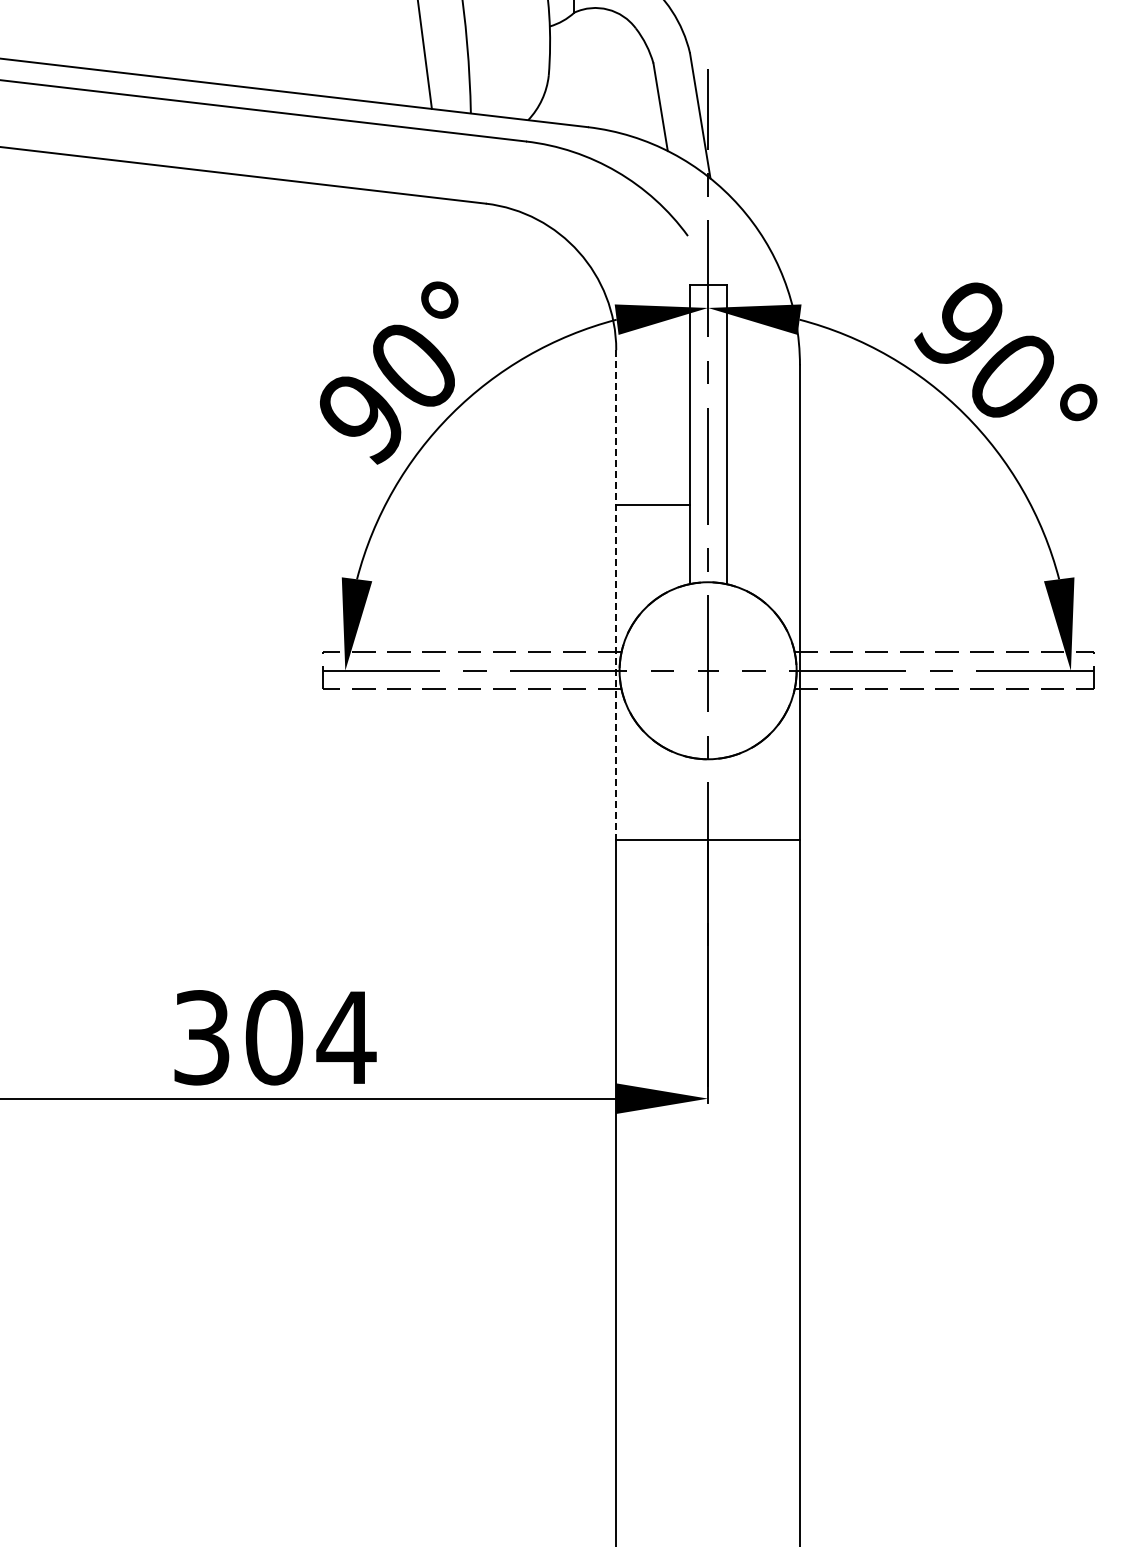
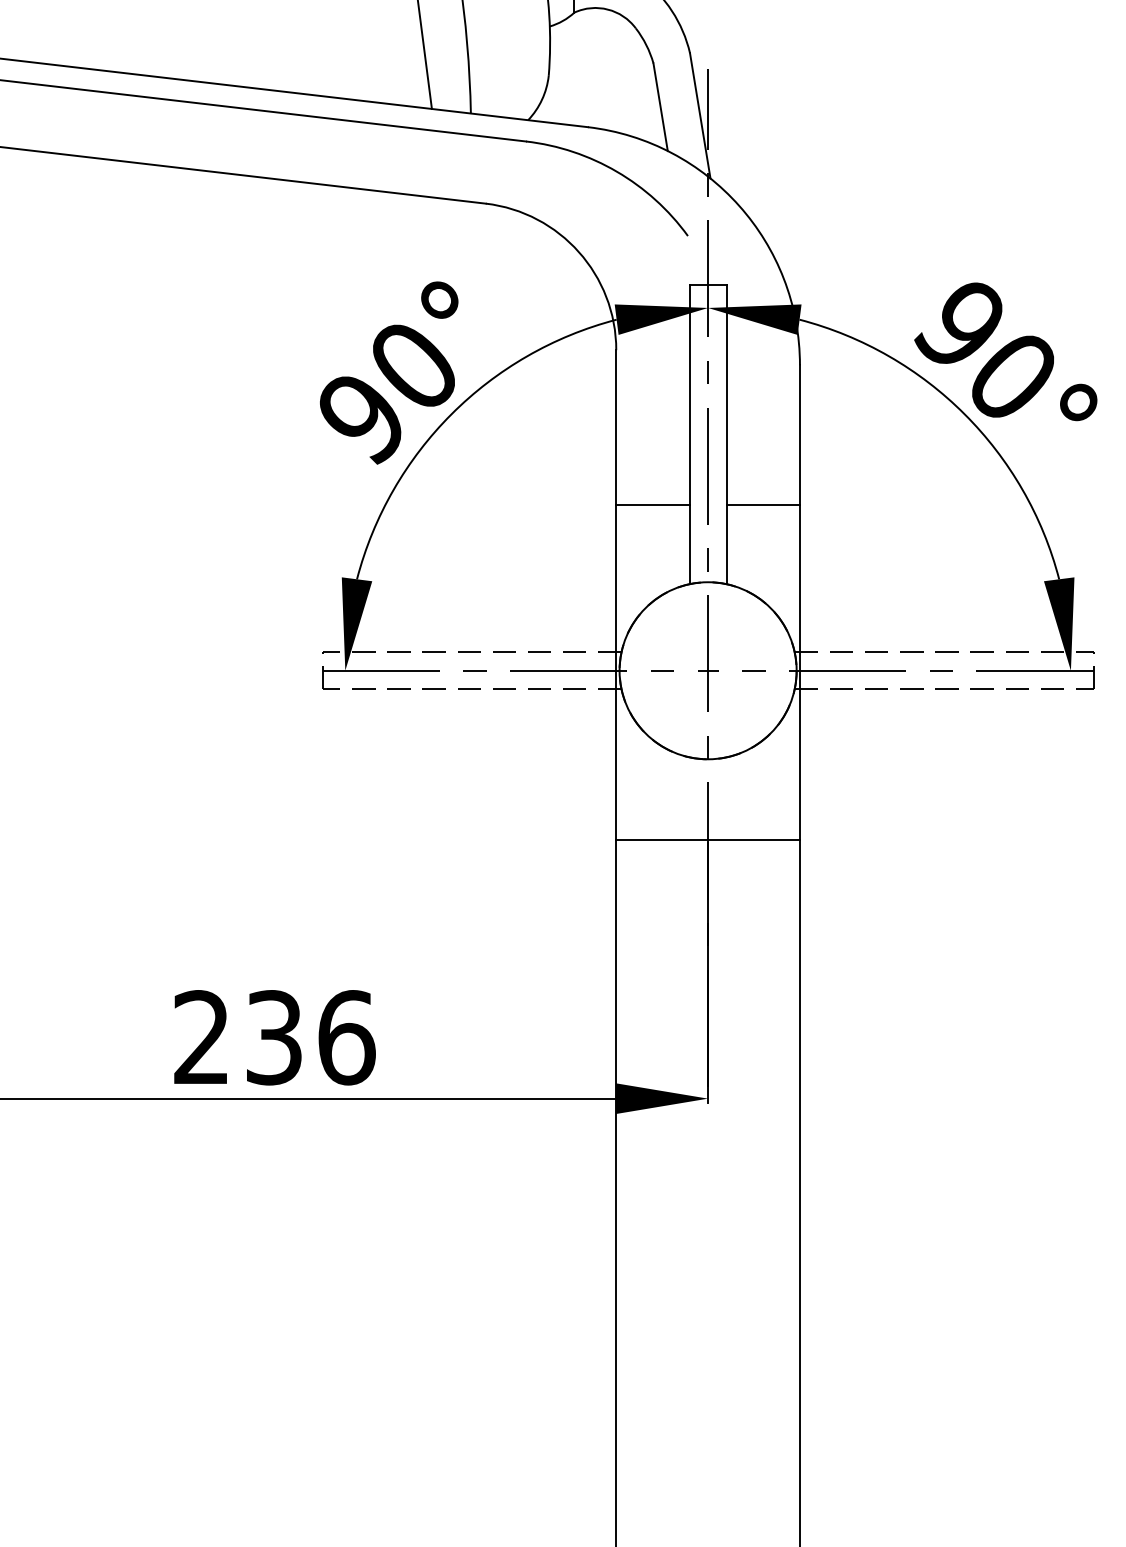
line at (762, 504): none -> present
line at (616, 595): dashed -> solid
text at (275, 1037): 304 -> 236
